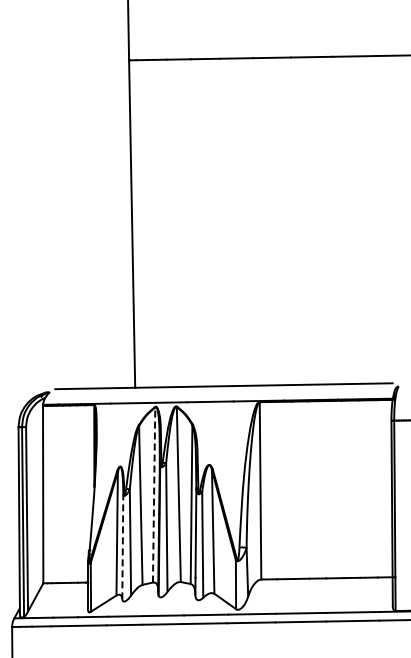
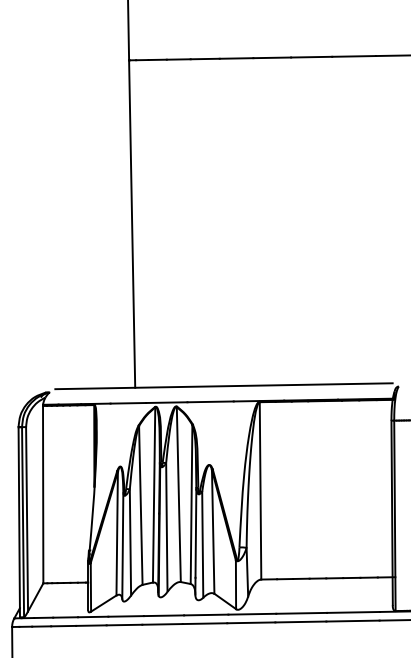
line at (154, 494): dashed -> solid
line at (122, 546): dashed -> solid
